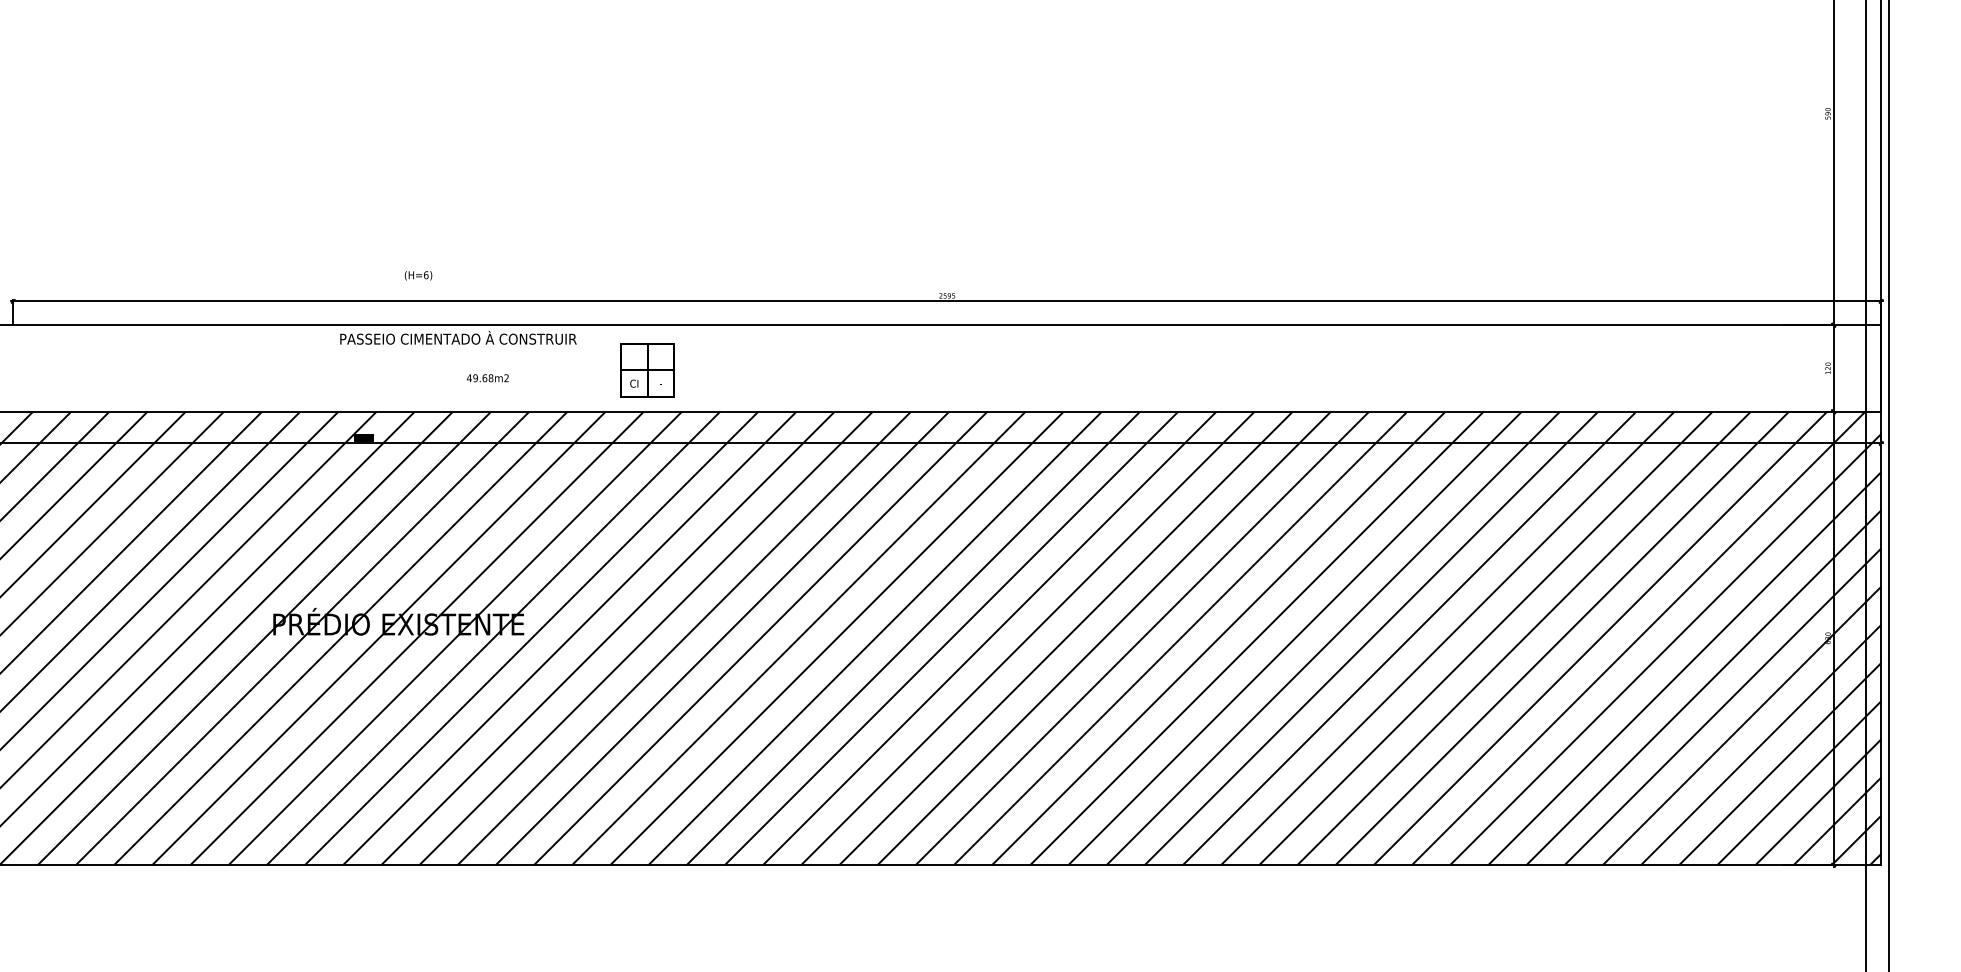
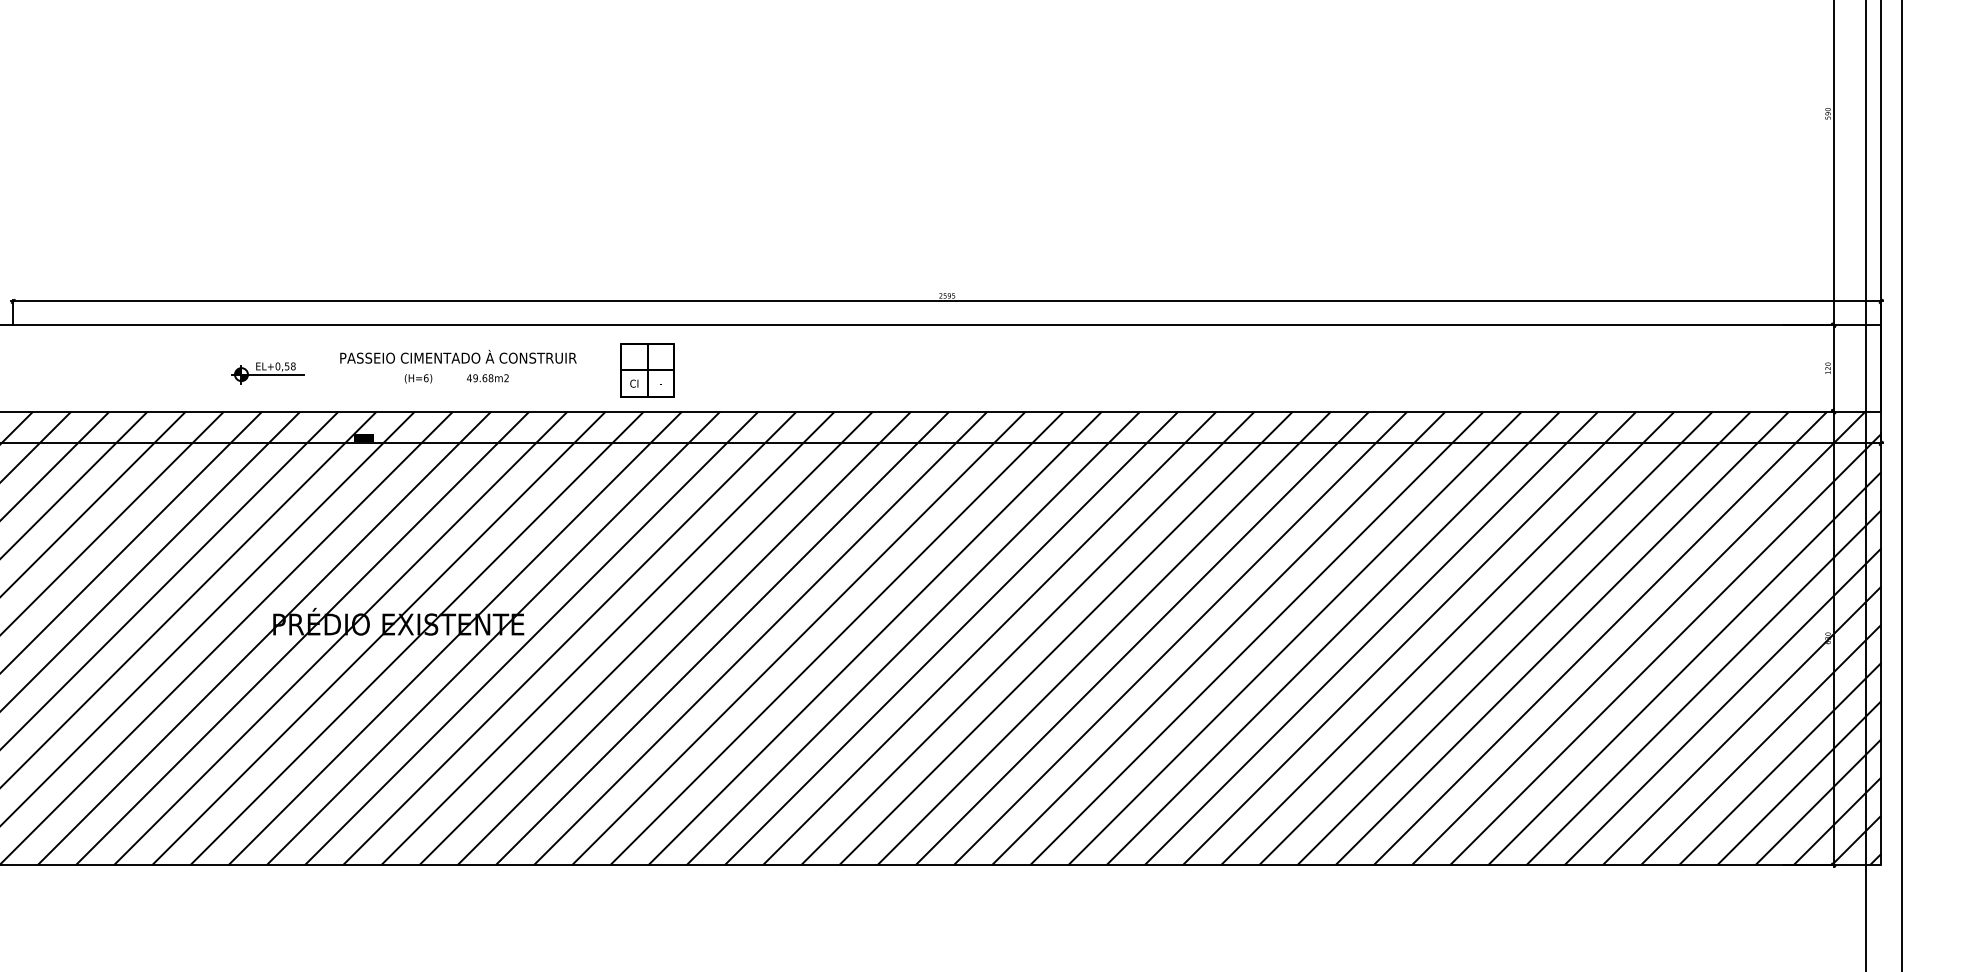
text at (418, 275) position: (418, 275) -> (418, 378)
text at (458, 337) position: (458, 337) -> (458, 356)
part at (267, 373): none -> present
line at (1889, 485) position: (1889, 485) -> (1902, 485)
